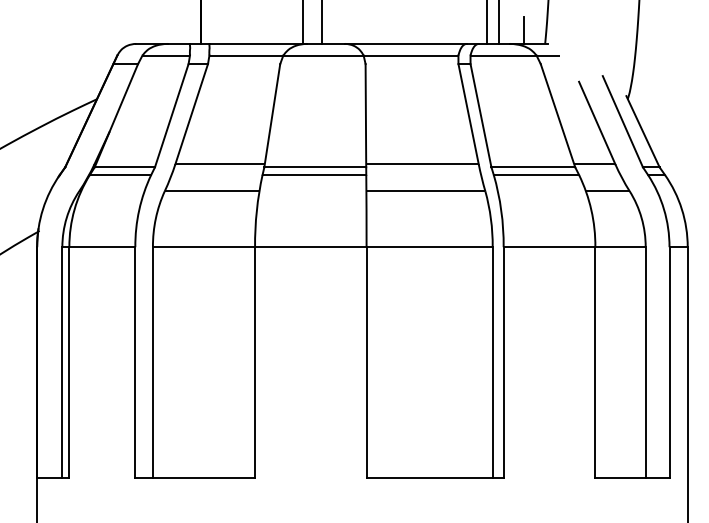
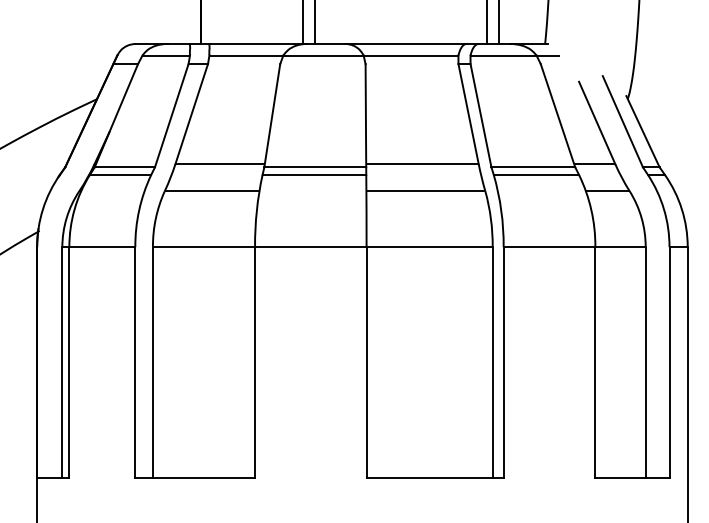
line at (322, 22) position: (322, 22) -> (315, 22)
line at (523, 29): present -> none
